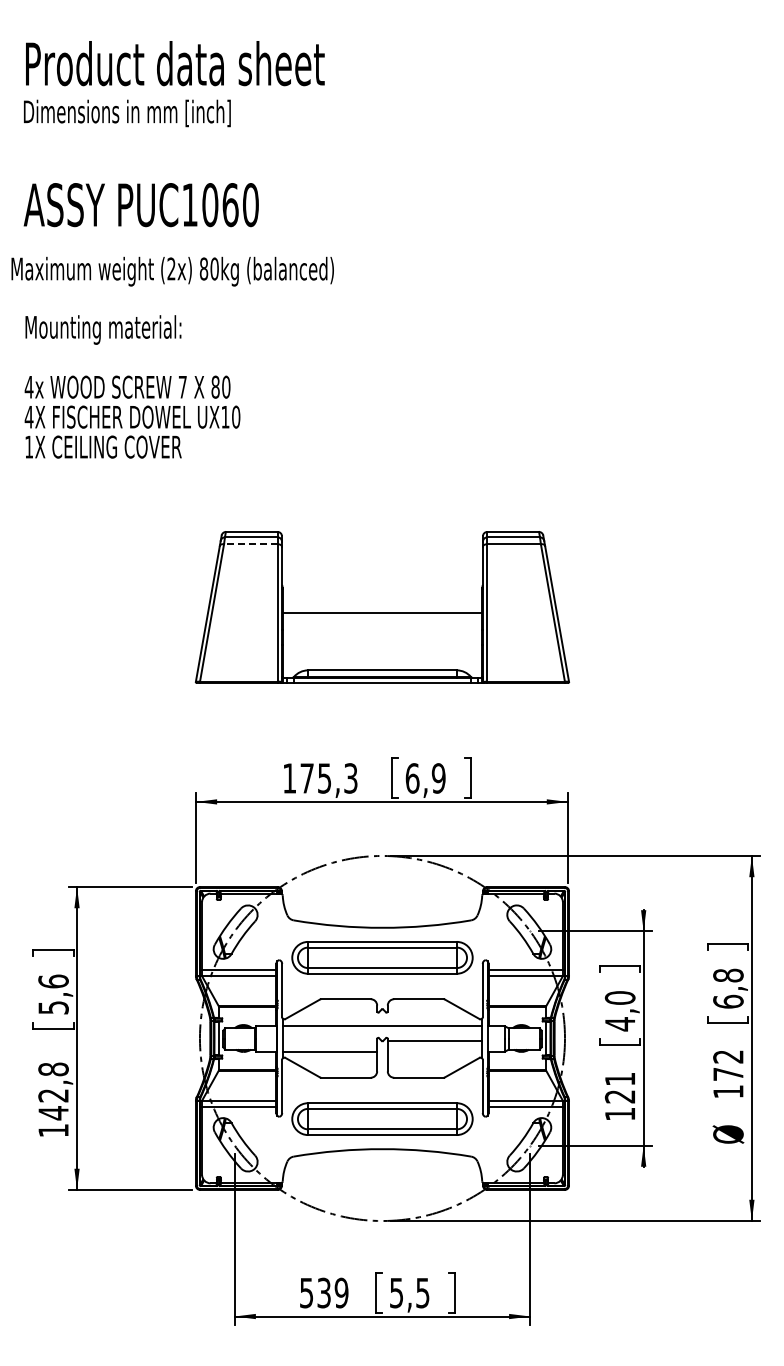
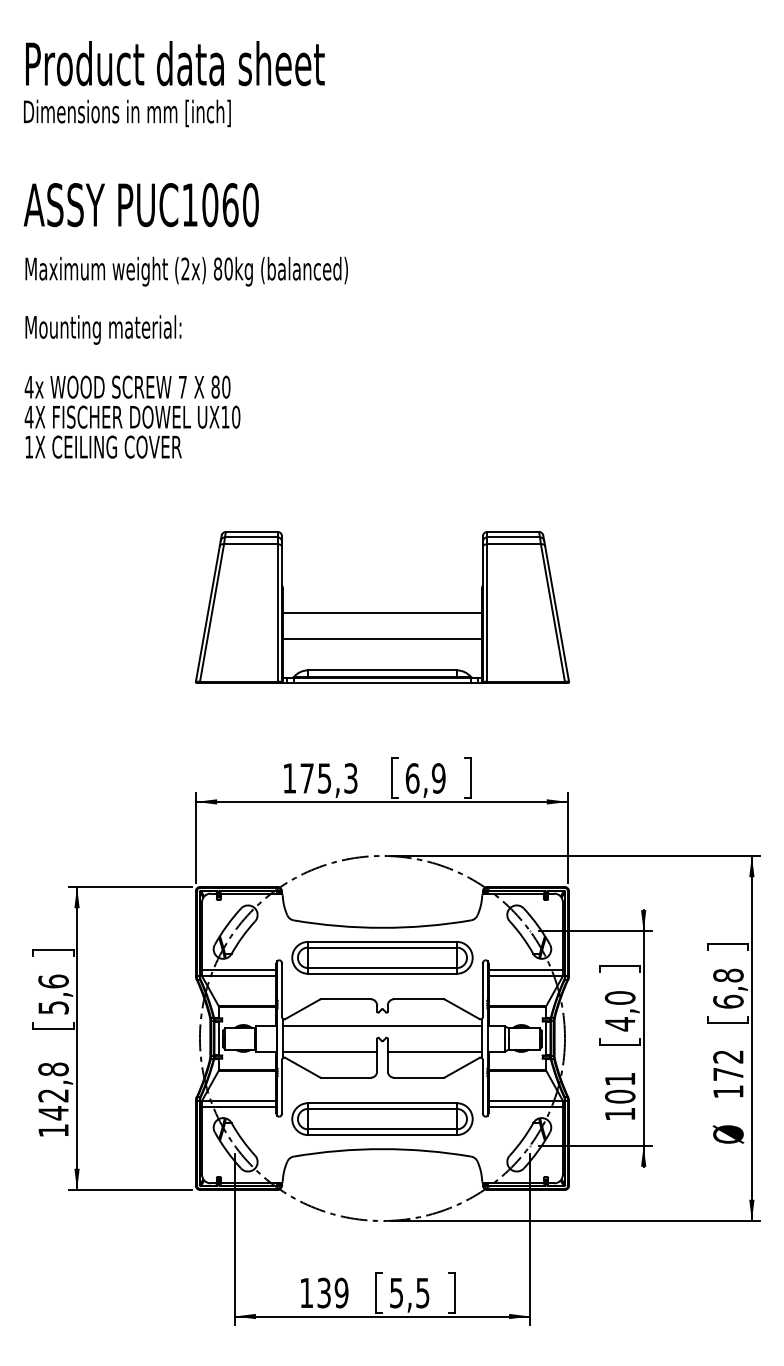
text at (172, 271) position: (172, 271) -> (186, 271)
line at (250, 544): dashed -> solid
line at (382, 638): none -> present
line at (434, 1040) position: (434, 1040) -> (434, 1051)
text at (620, 1096): 121 -> 101
text at (306, 1293): 539 -> 139
